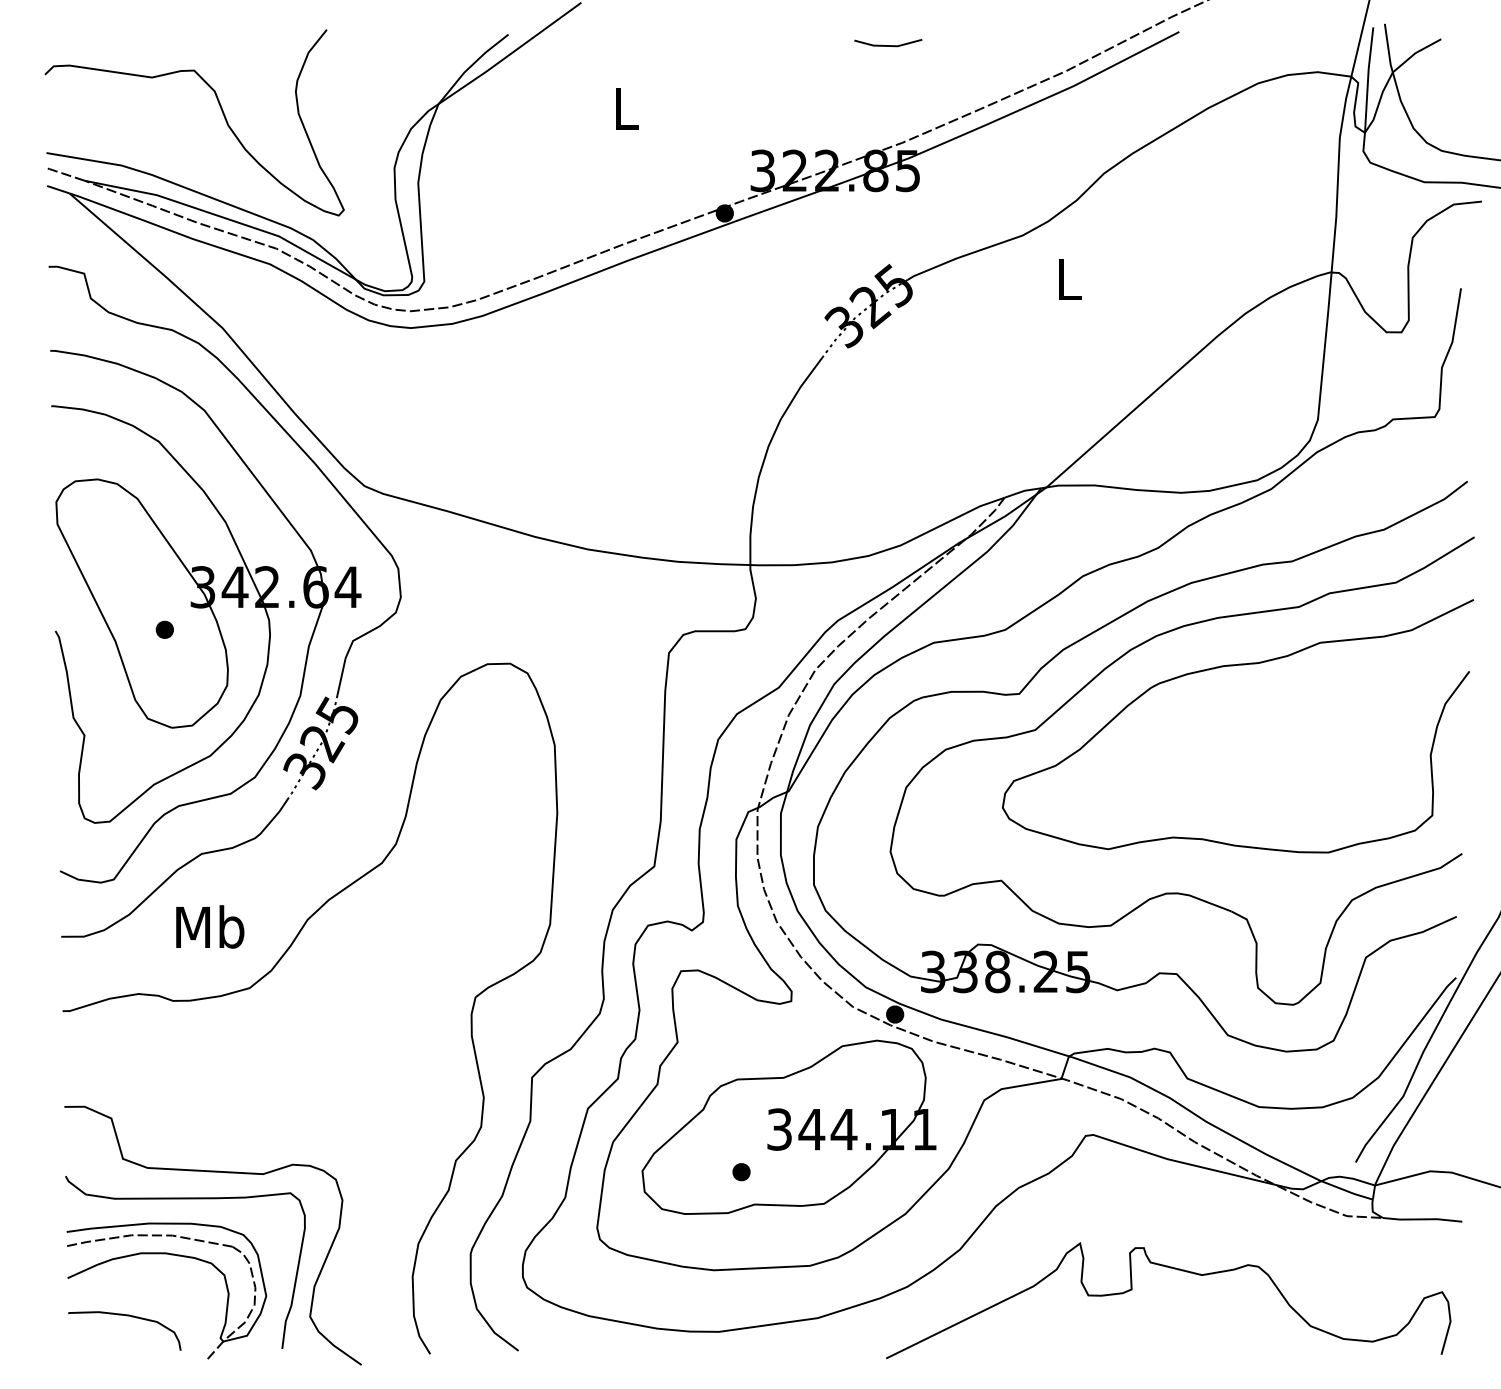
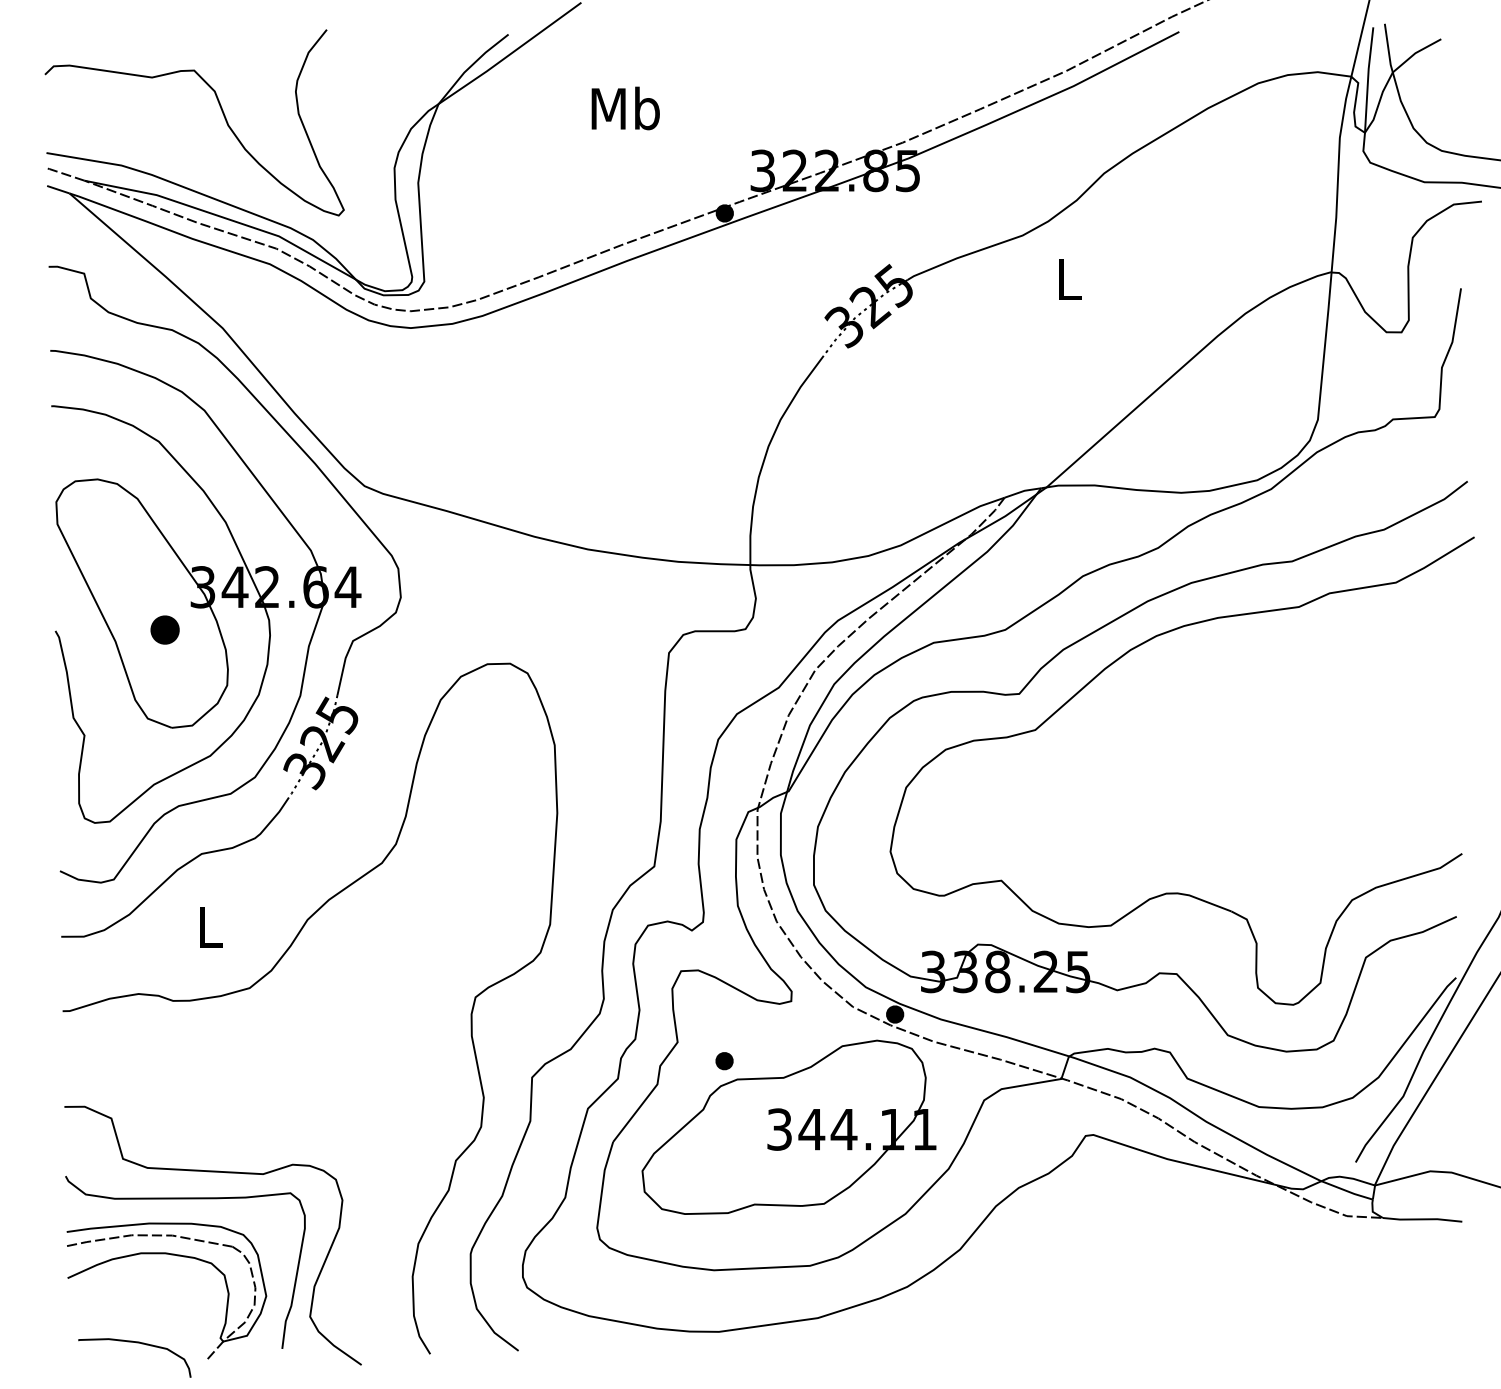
line at (888, 45): present -> none
text at (625, 108): L -> Mb
part at (164, 629) size: 19x19 px -> 30x30 px
curve at (1234, 666): present -> none
text at (210, 926): Mb -> L
part at (741, 1172) position: (741, 1172) -> (724, 1061)
curve at (1174, 1269): present -> none
curve at (126, 1316) position: (126, 1316) -> (136, 1343)
